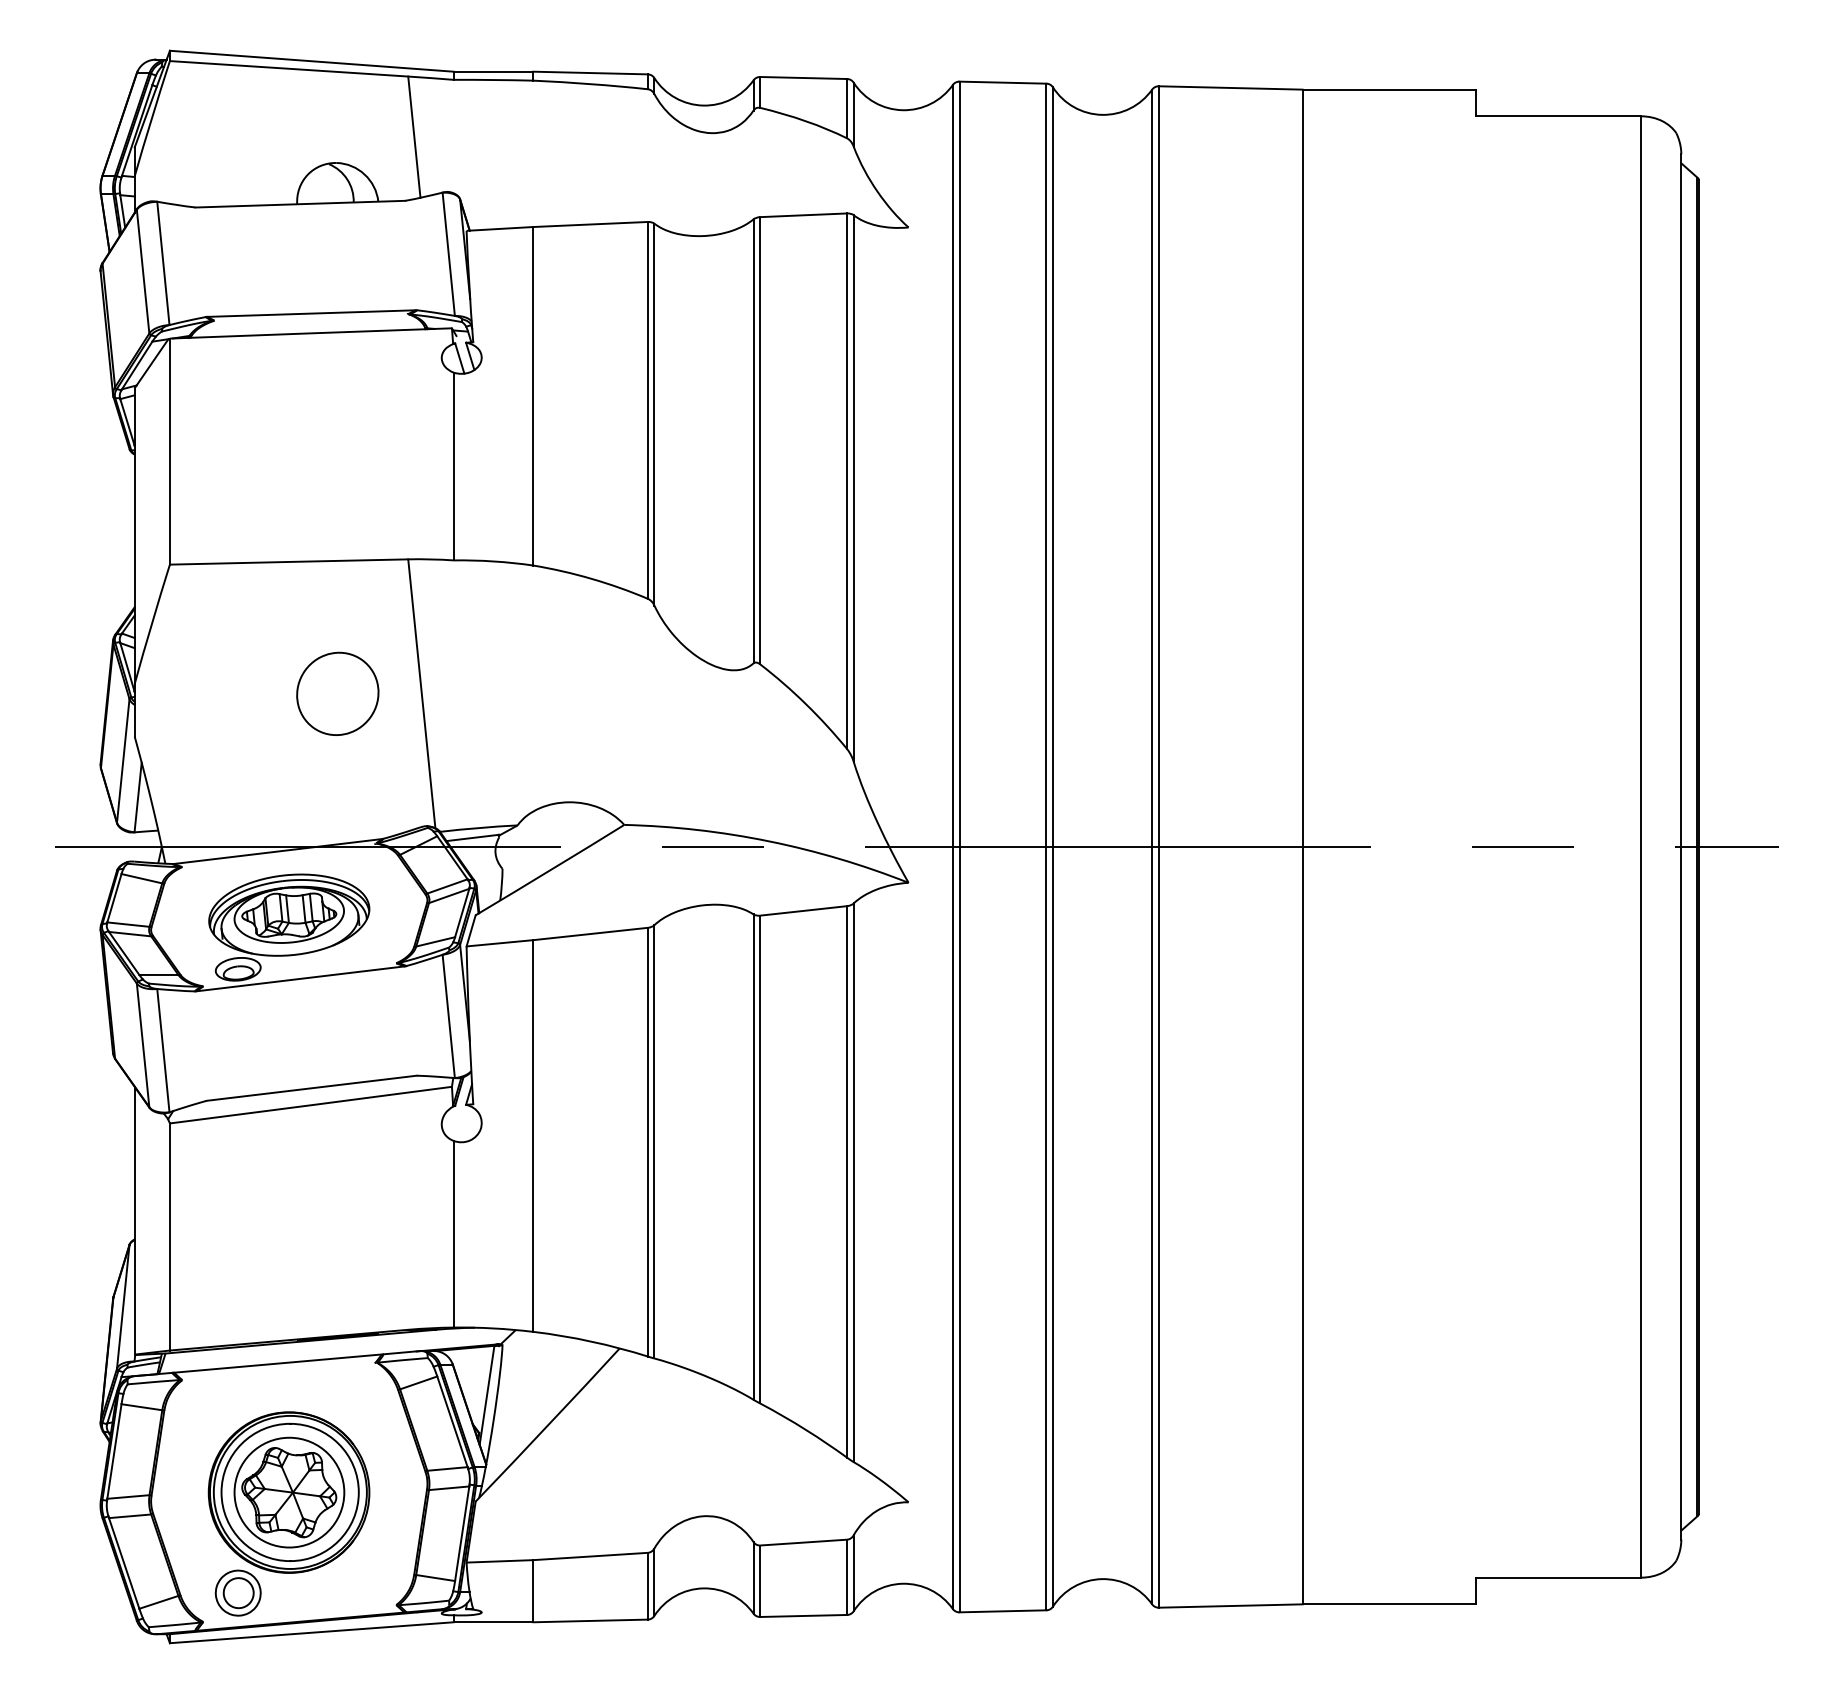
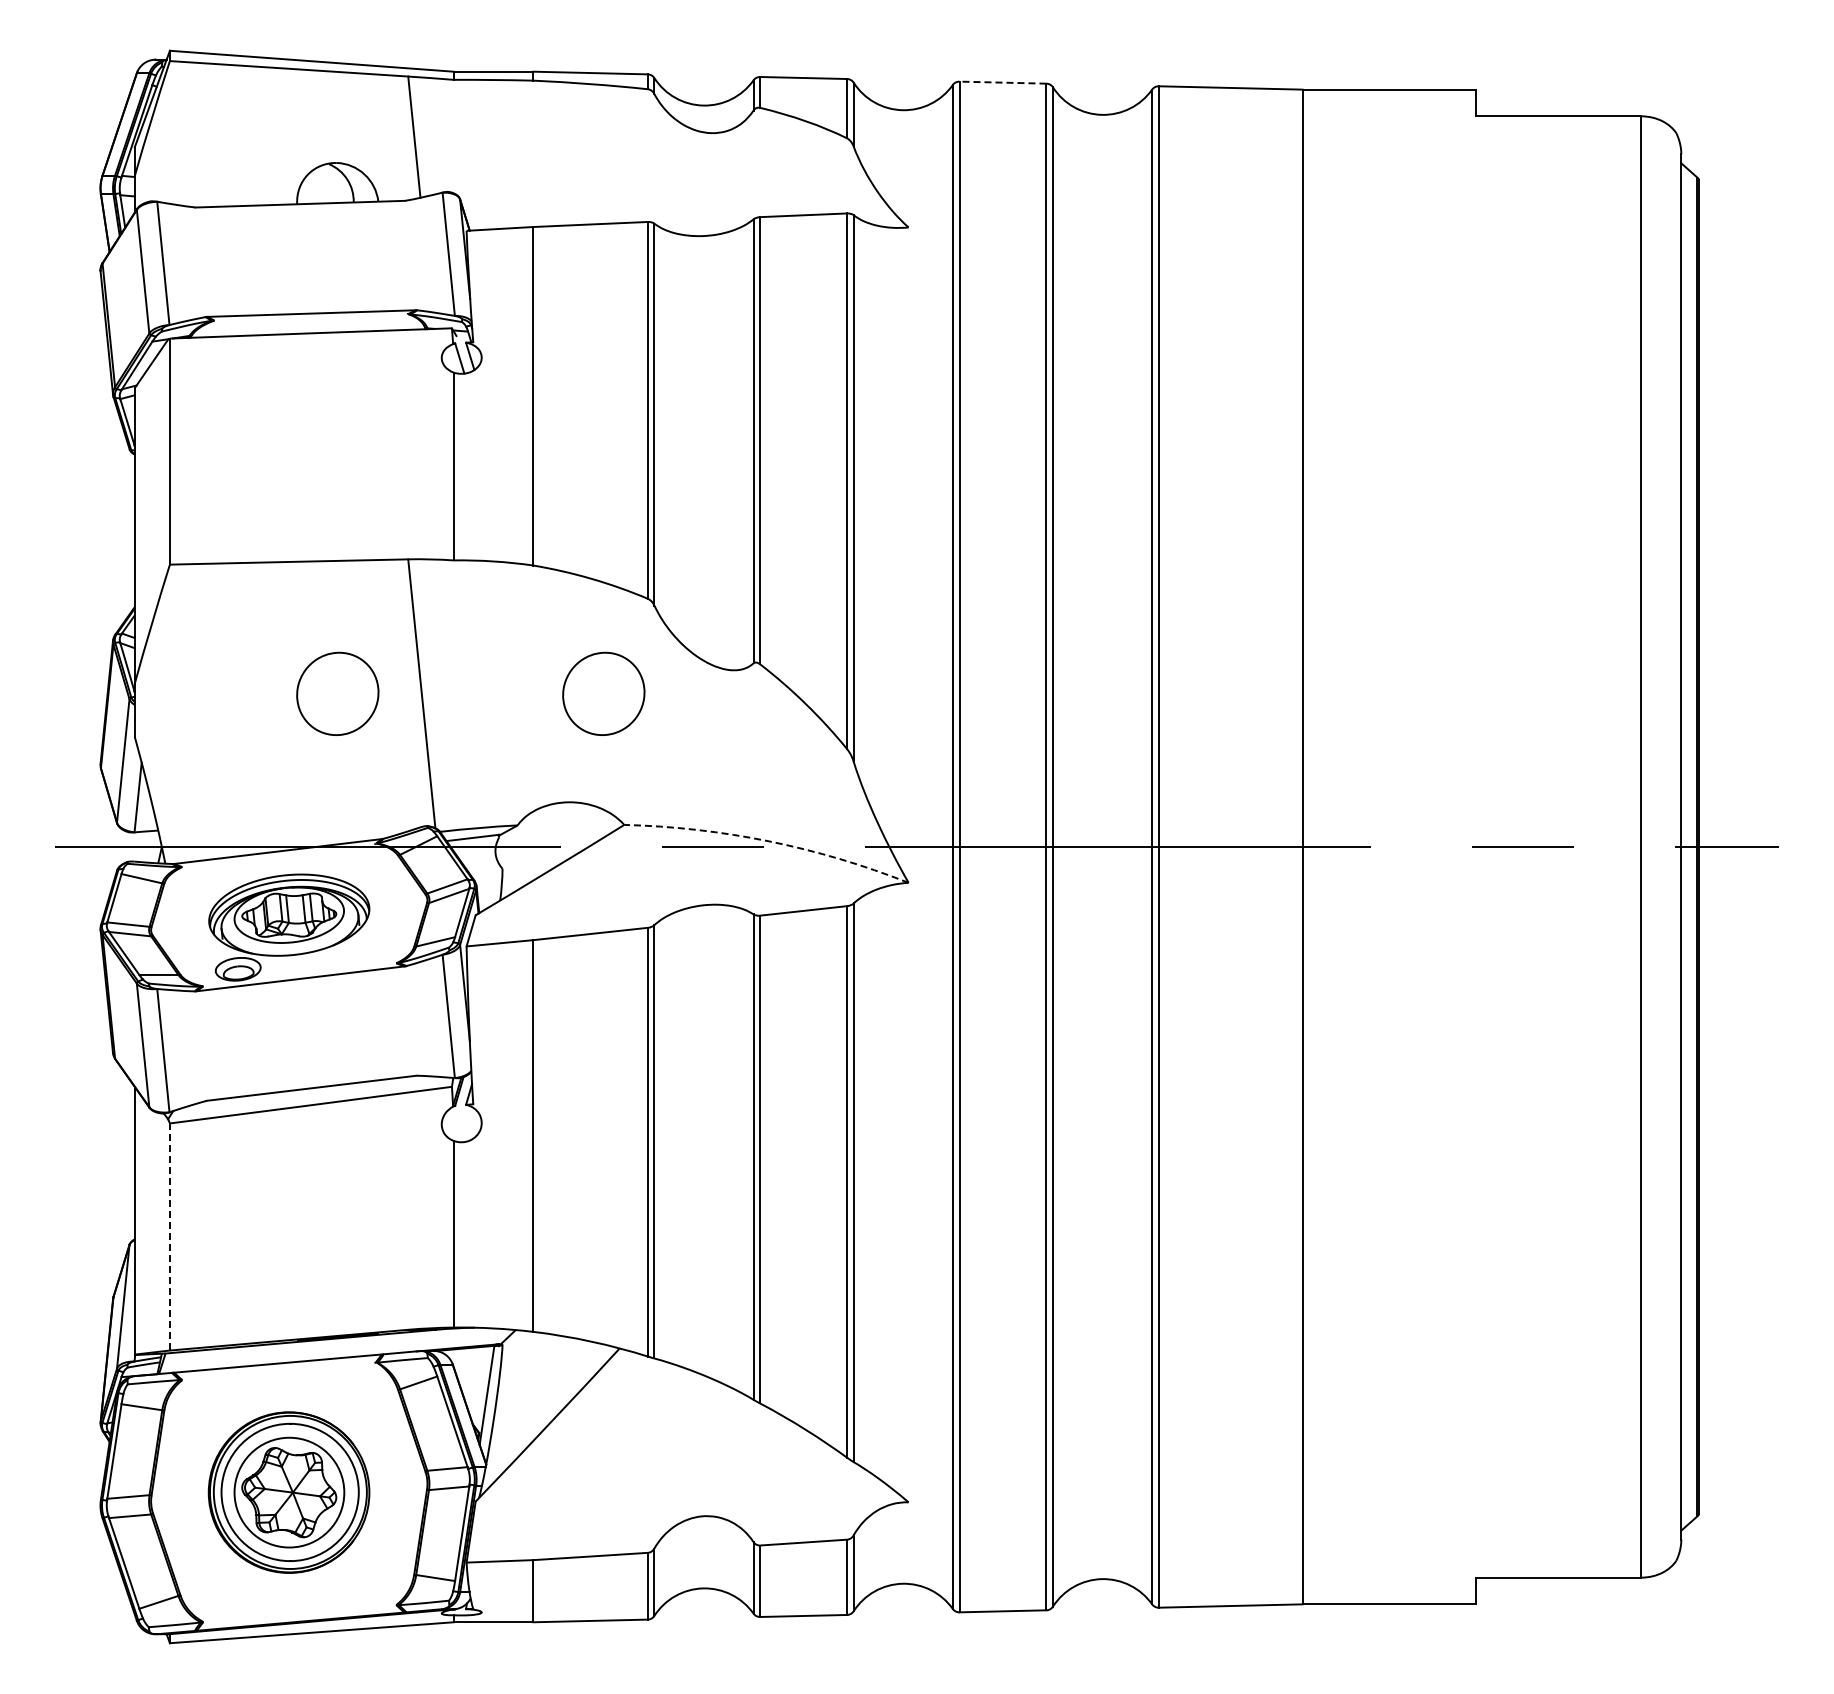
line at (1002, 82): solid -> dashed
part at (603, 693): none -> present
arc at (769, 841): solid -> dashed
line at (169, 1236): solid -> dashed
part at (237, 1592): present -> none
